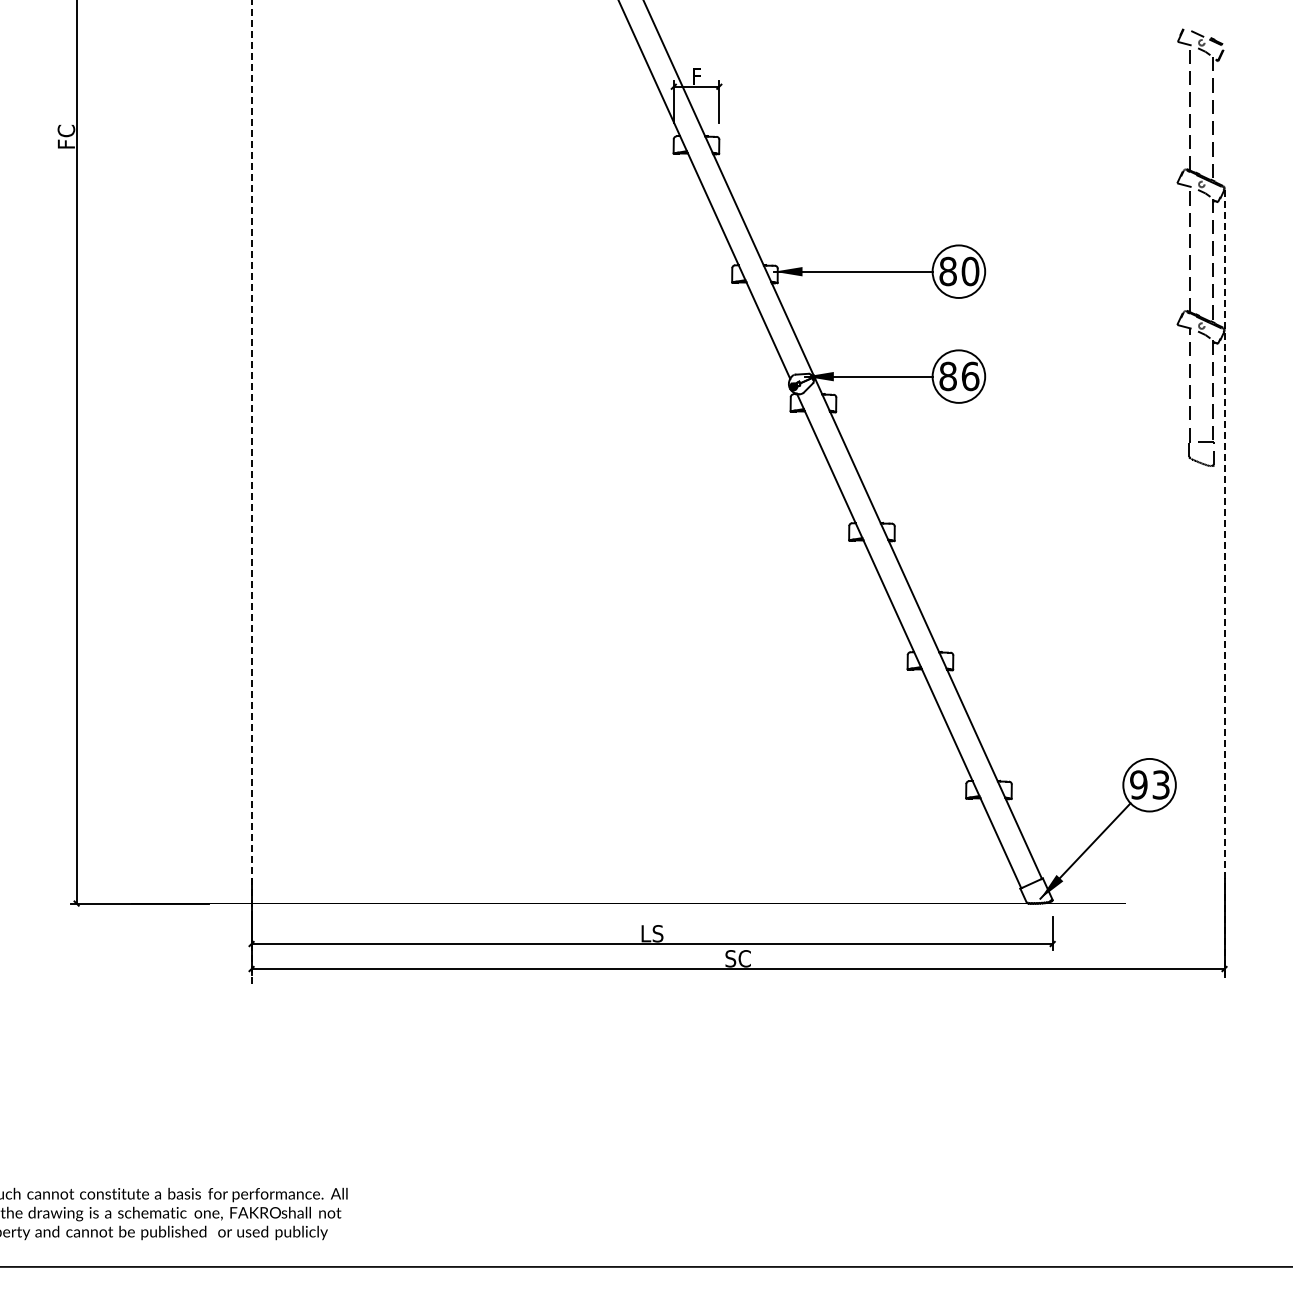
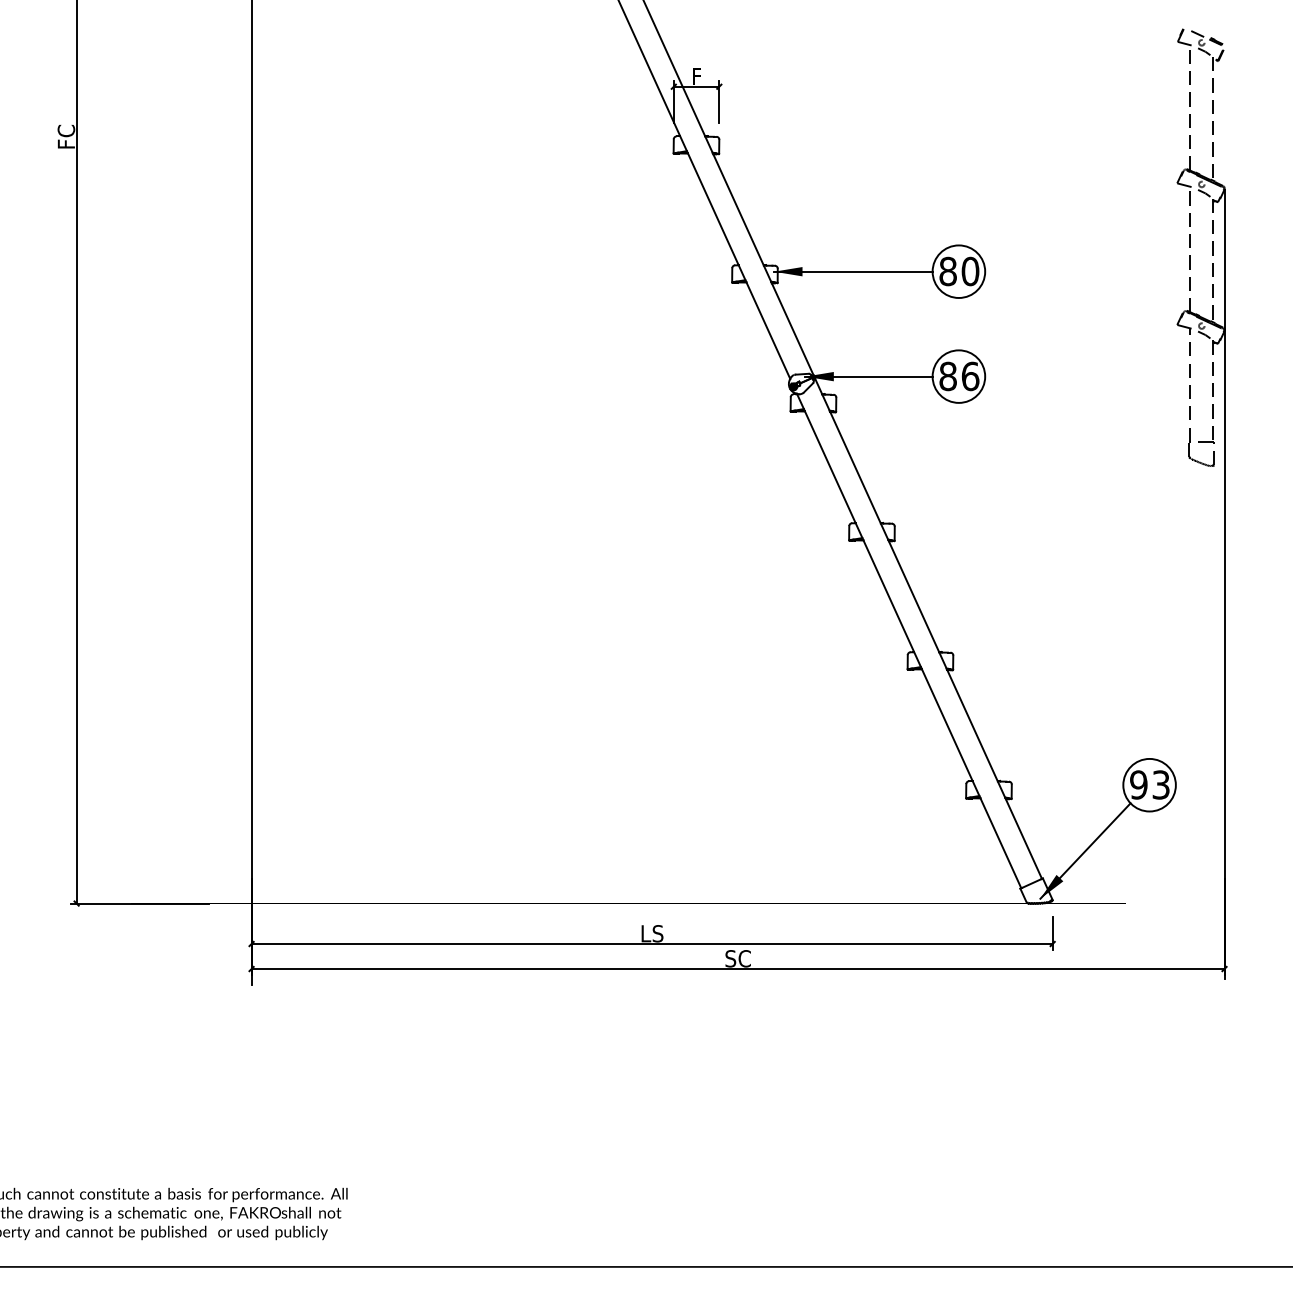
line at (251, 493): dashed -> solid
line at (1224, 584): dashed -> solid
